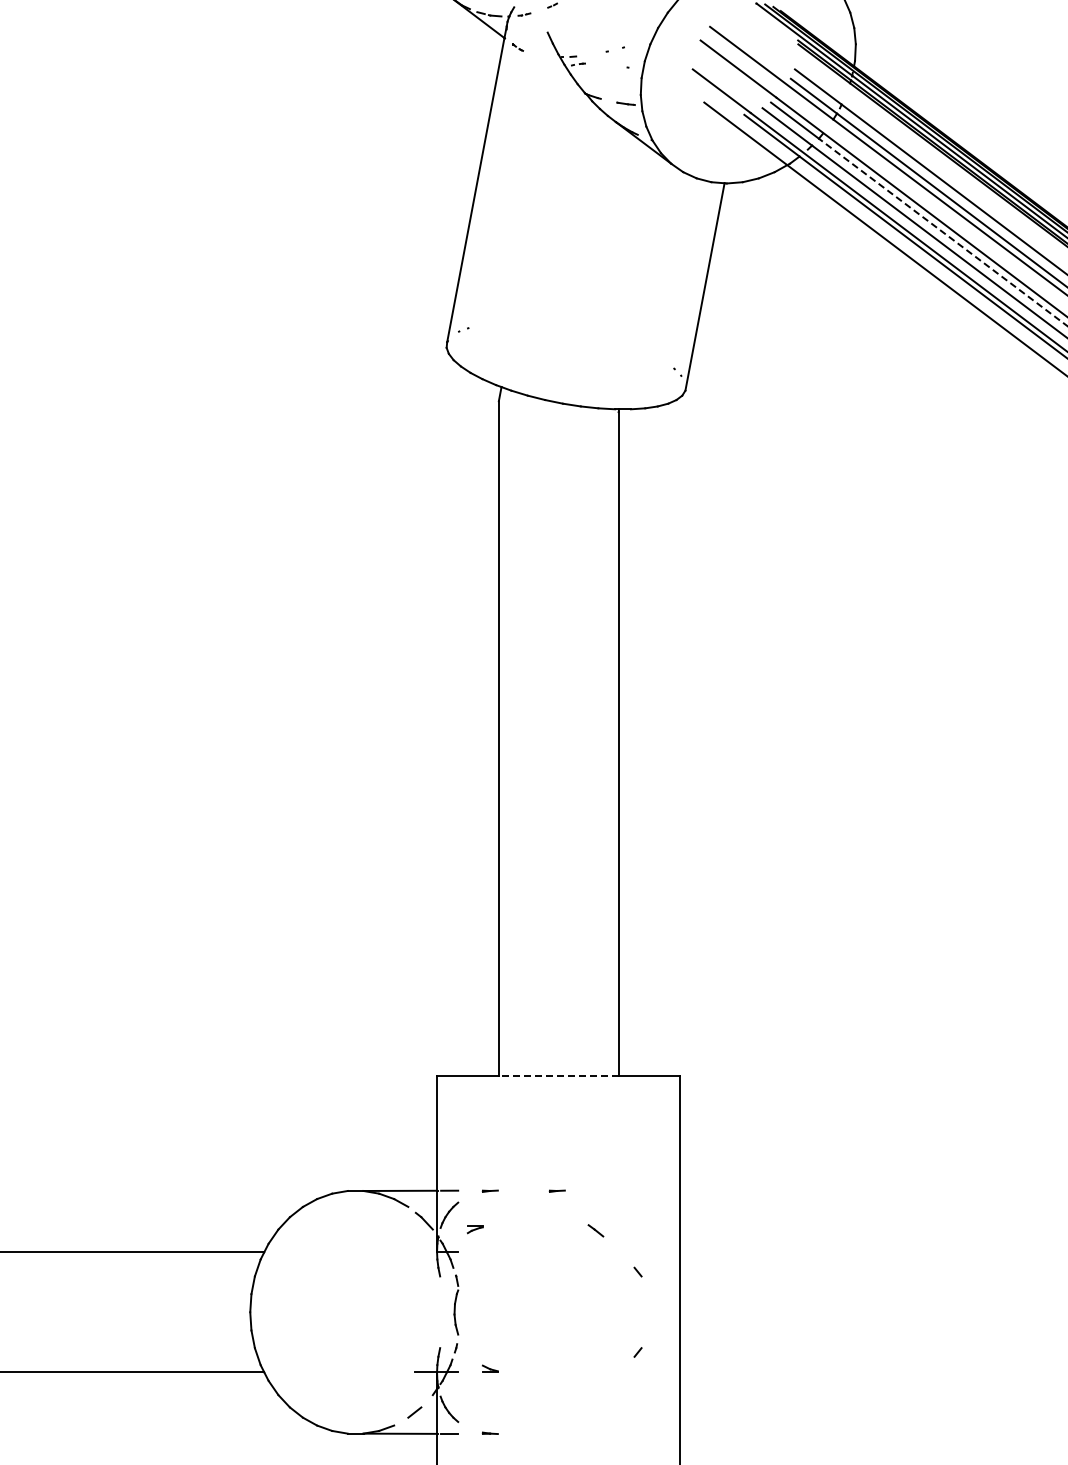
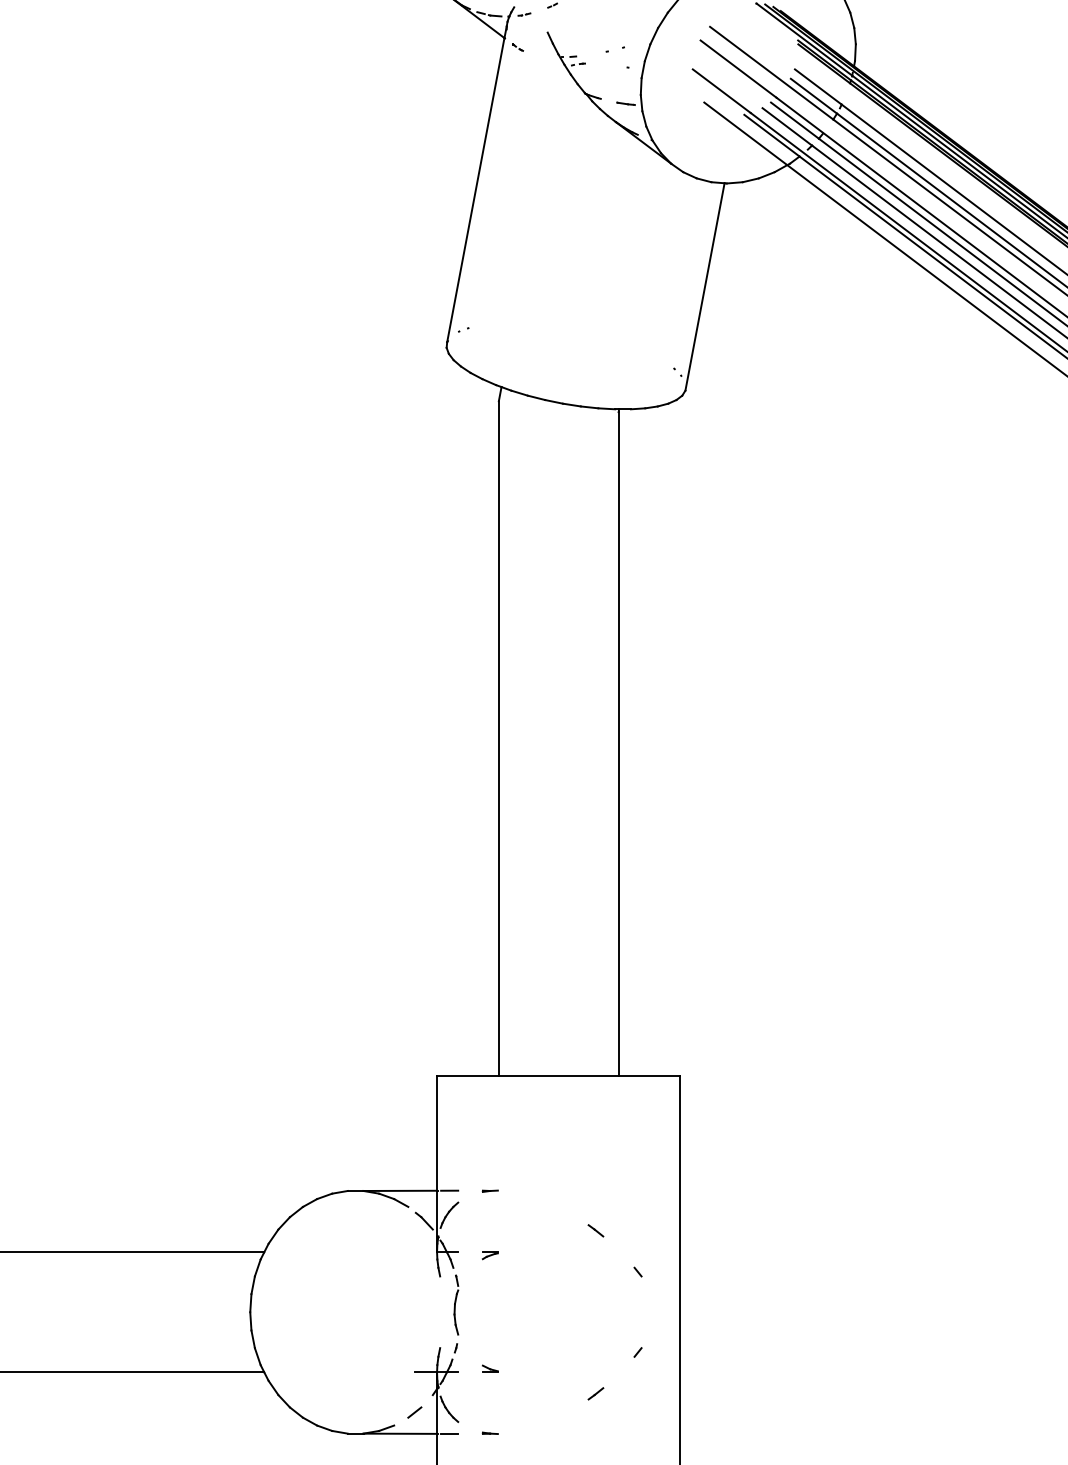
line at (943, 232): dashed -> solid
line at (558, 1076): dashed -> solid
line at (556, 1190): present -> none
part at (474, 1229) position: (474, 1229) -> (489, 1255)
line at (595, 1393): none -> present
